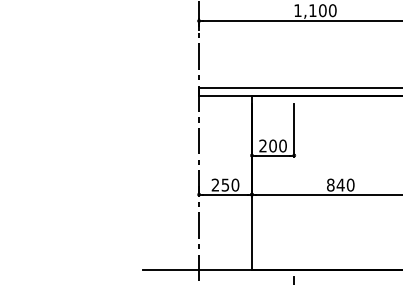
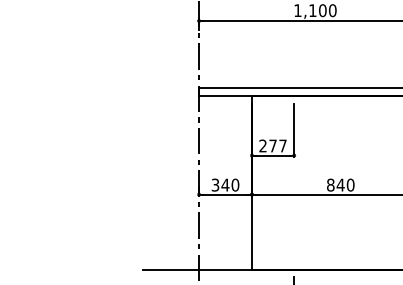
text at (277, 145): 200 -> 277
text at (220, 184): 250 -> 340
